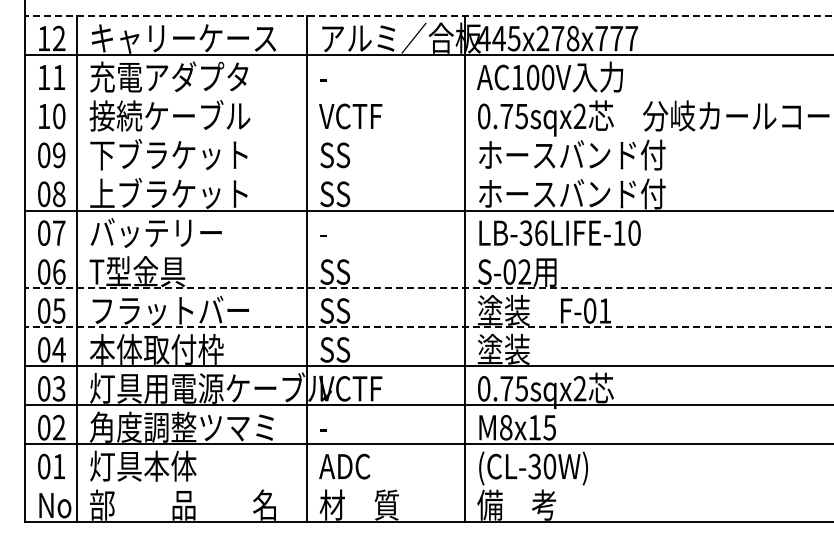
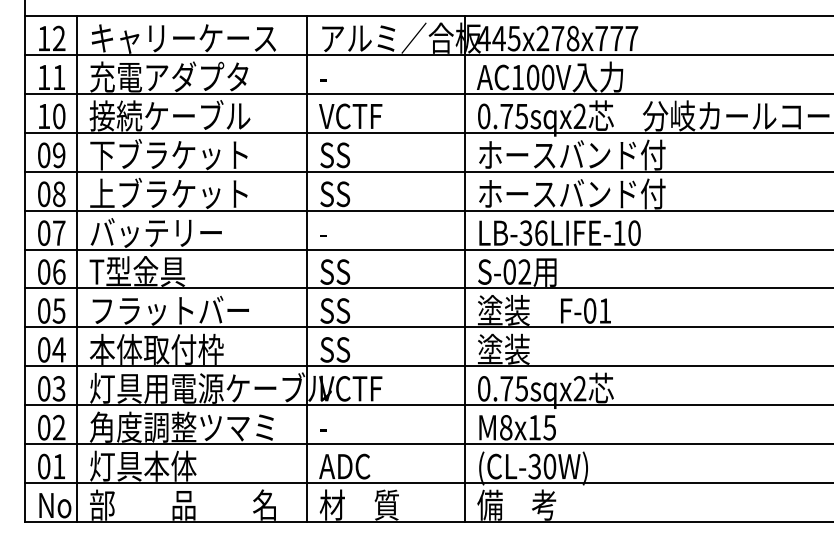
line at (428, 16): dashed -> solid
line at (427, 93): none -> present
line at (427, 132): none -> present
line at (427, 171): none -> present
line at (427, 249): none -> present
line at (428, 288): dashed -> solid
line at (428, 327): dashed -> solid
line at (427, 482): none -> present
